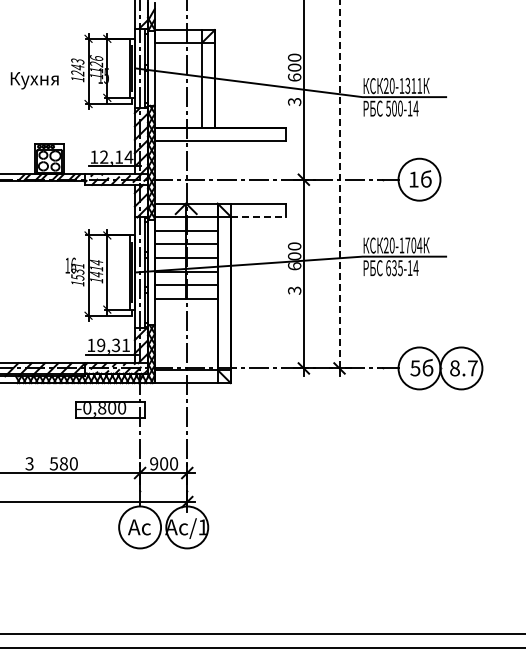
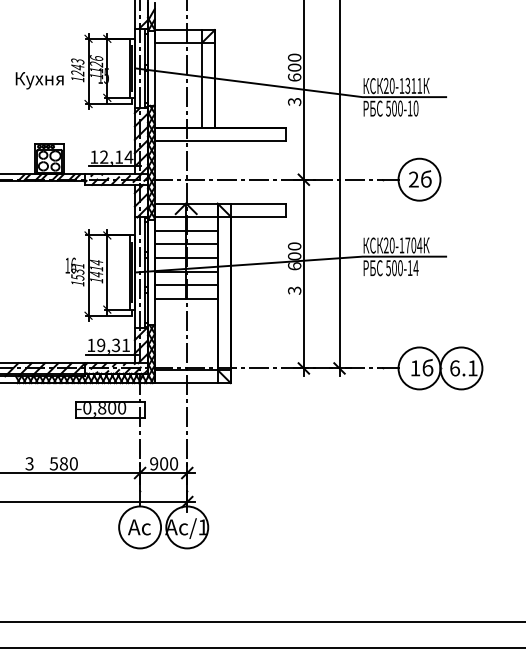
text at (34, 80) position: (34, 80) -> (39, 80)
text at (415, 108): 500-14 -> 500-10
text at (413, 179): 1 -> 2
line at (339, 184): dashed -> solid
line at (258, 216): dashed -> solid
text at (394, 268): 635-14 -> 500-14
text at (415, 368): 5 -> 1
text at (463, 368): 8.7 -> 6.1
line at (262, 633) position: (262, 633) -> (262, 621)
